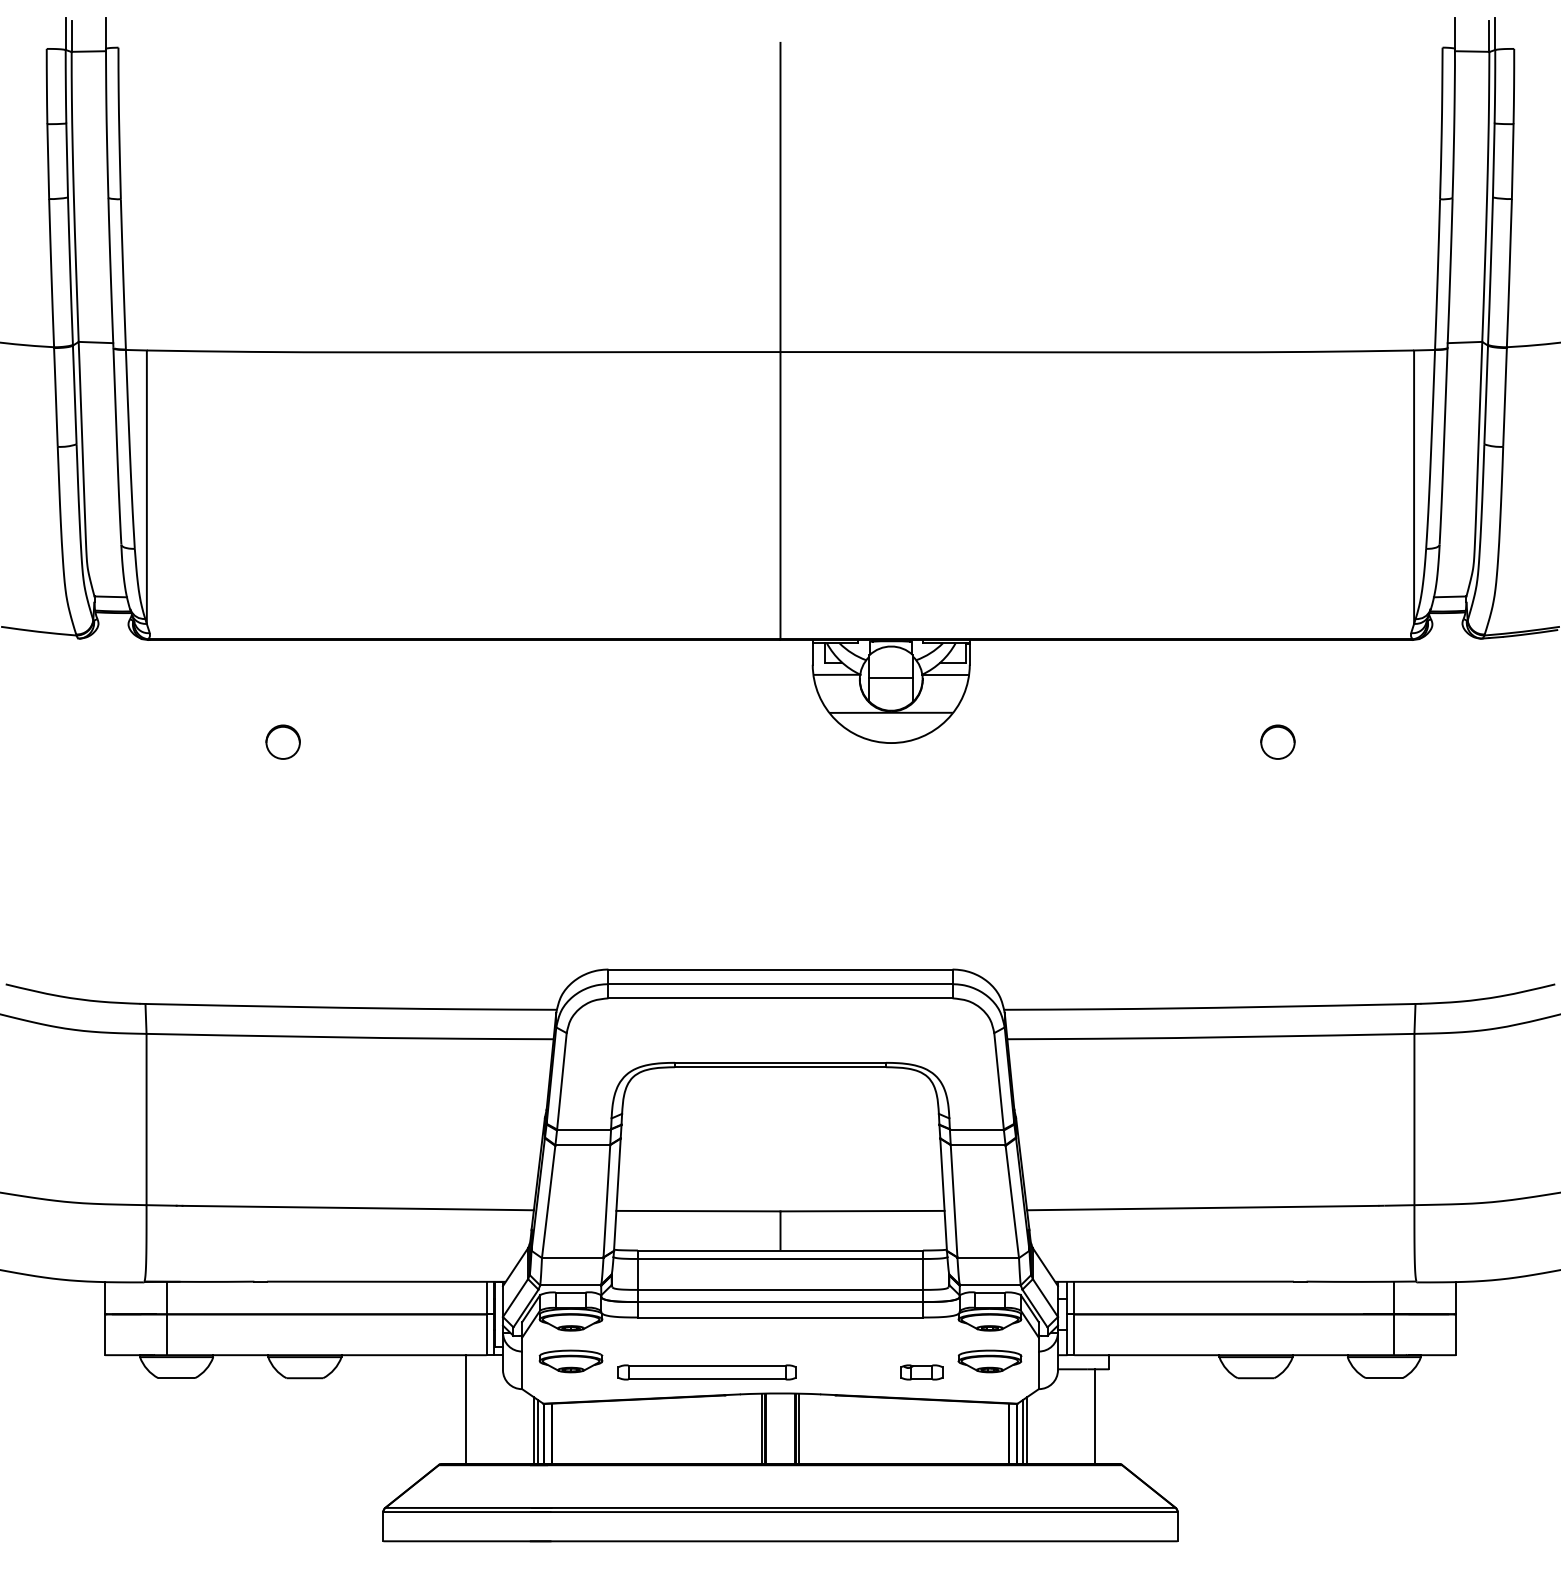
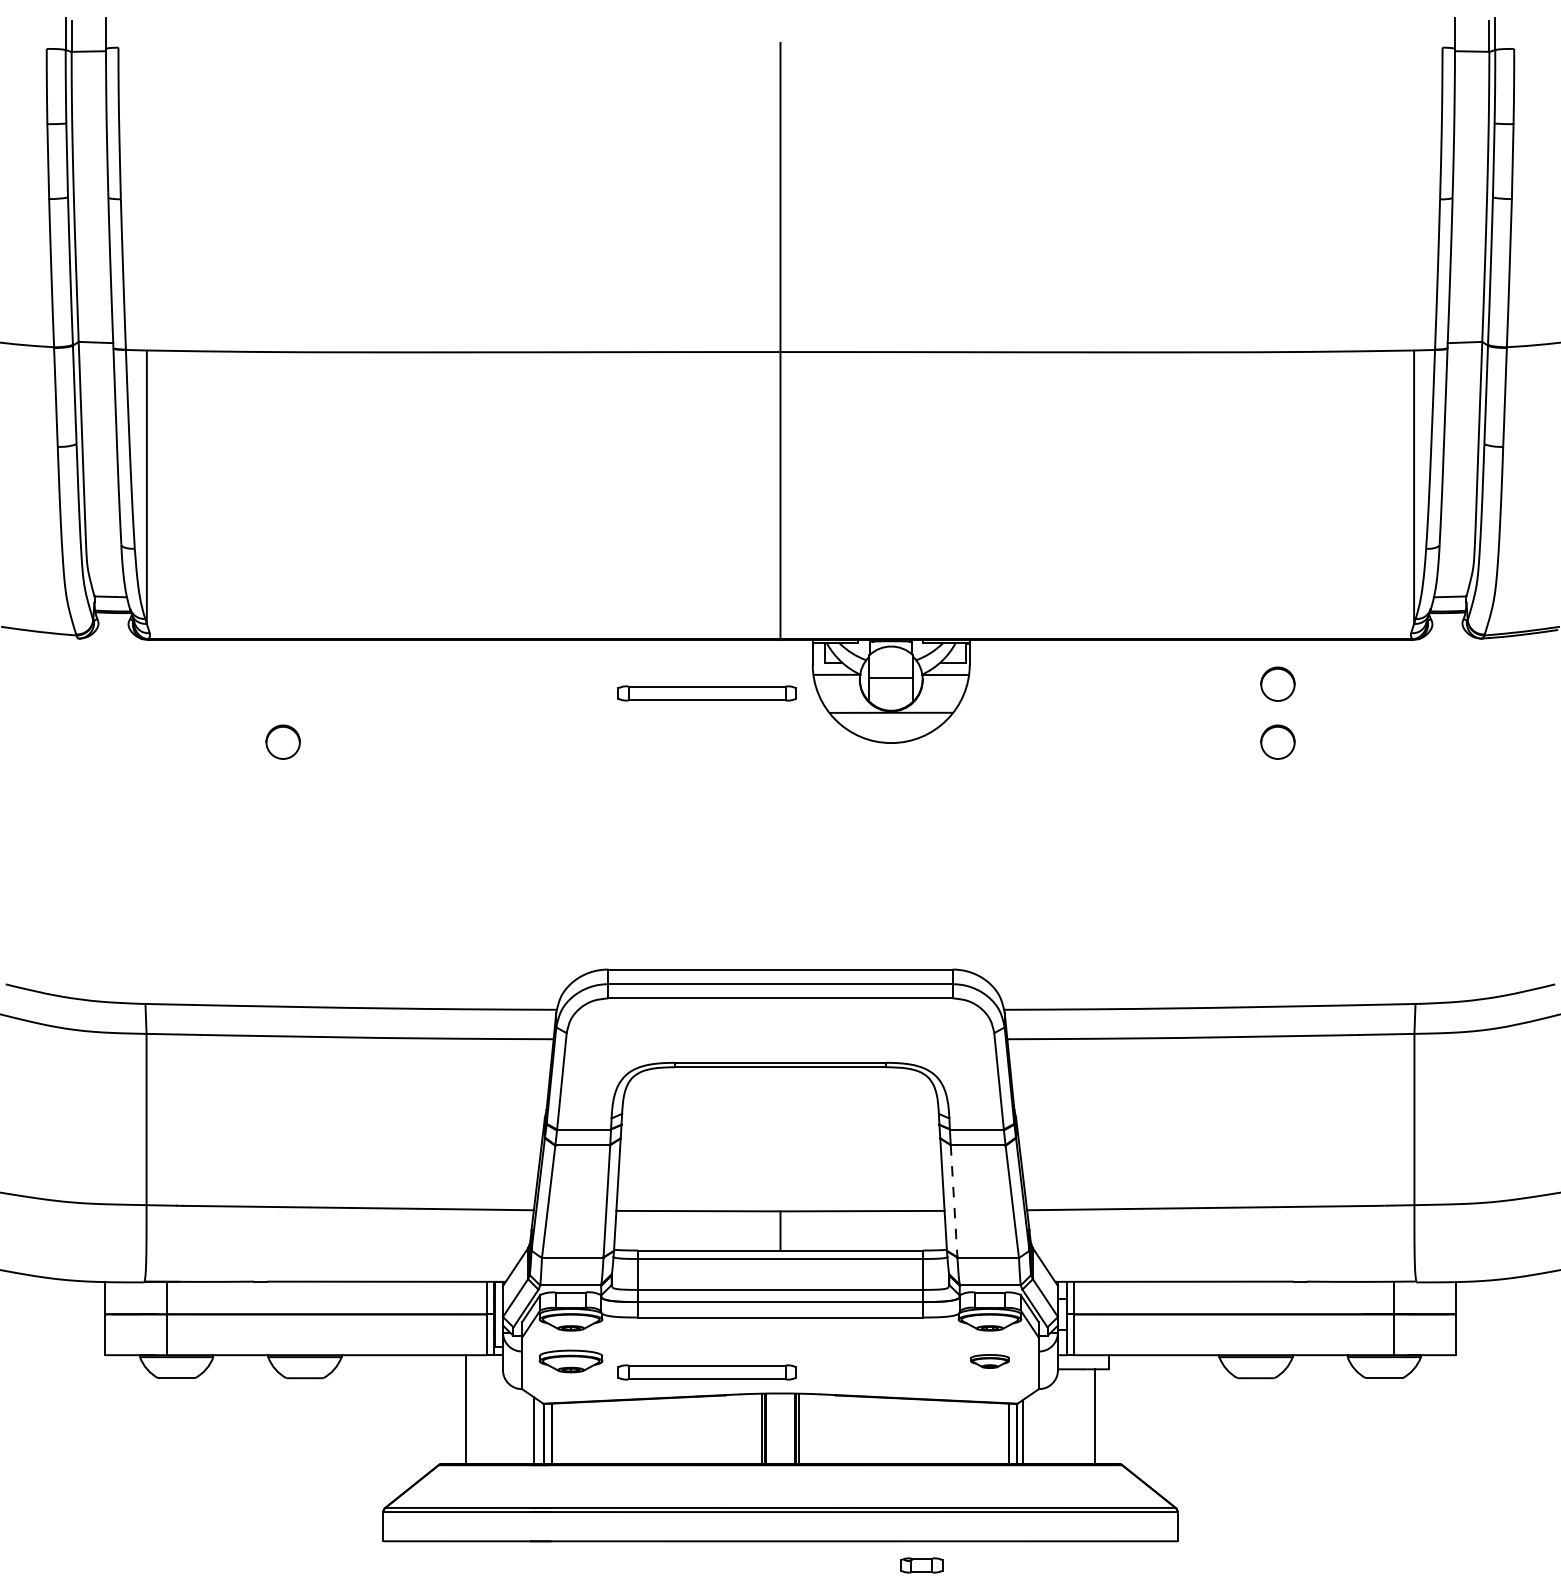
circle at (1277, 683): none -> present
part at (706, 693): none -> present
line at (954, 1201): solid -> dashed
part at (989, 1361) size: 66x25 px -> 40x15 px
part at (921, 1372) position: (921, 1372) -> (921, 1565)
line at (1027, 1430): present -> none
line at (538, 1432): present -> none
